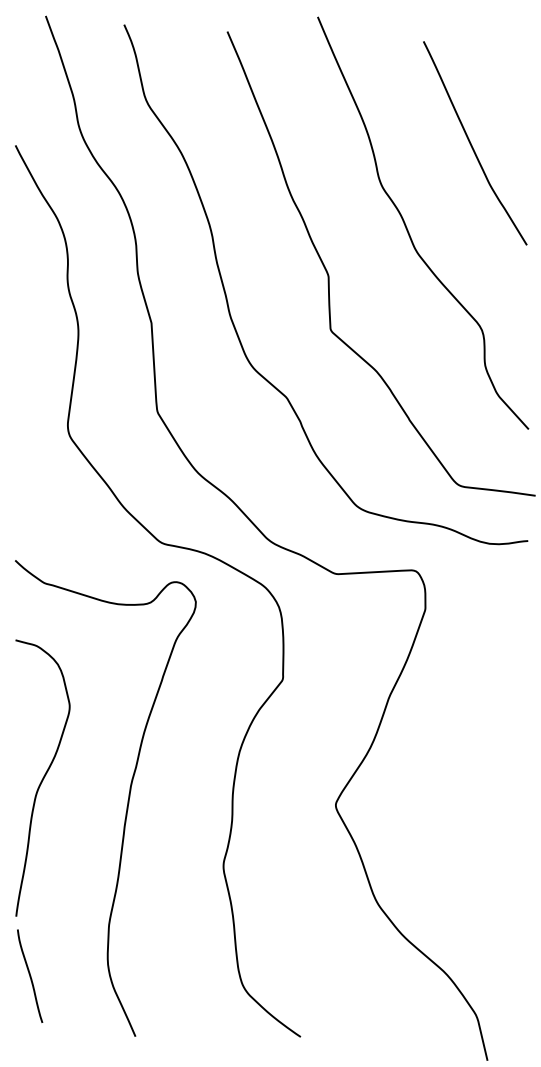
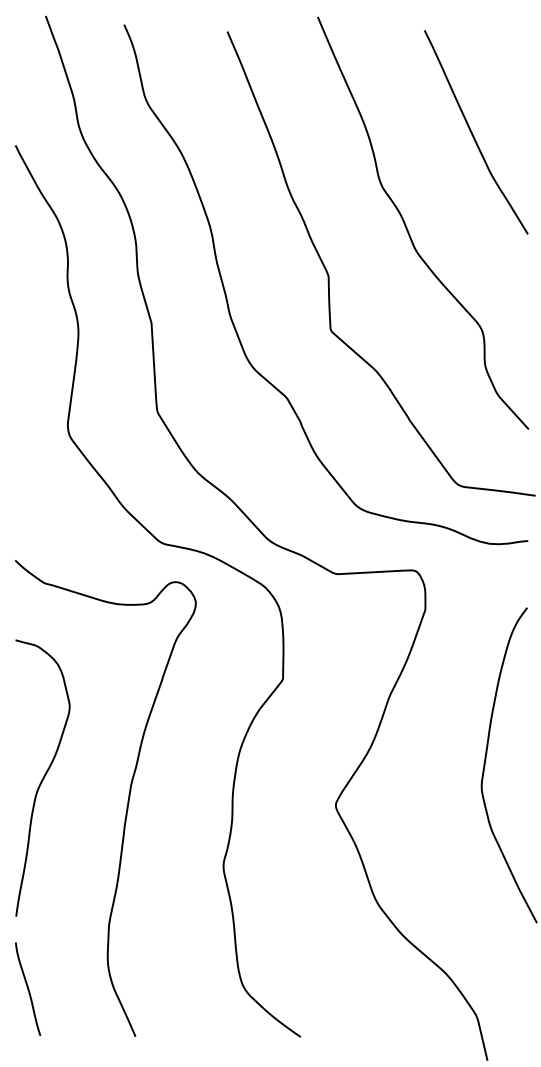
curve at (472, 145) position: (472, 145) -> (473, 134)
curve at (486, 760): none -> present
curve at (30, 975) position: (30, 975) -> (28, 988)
